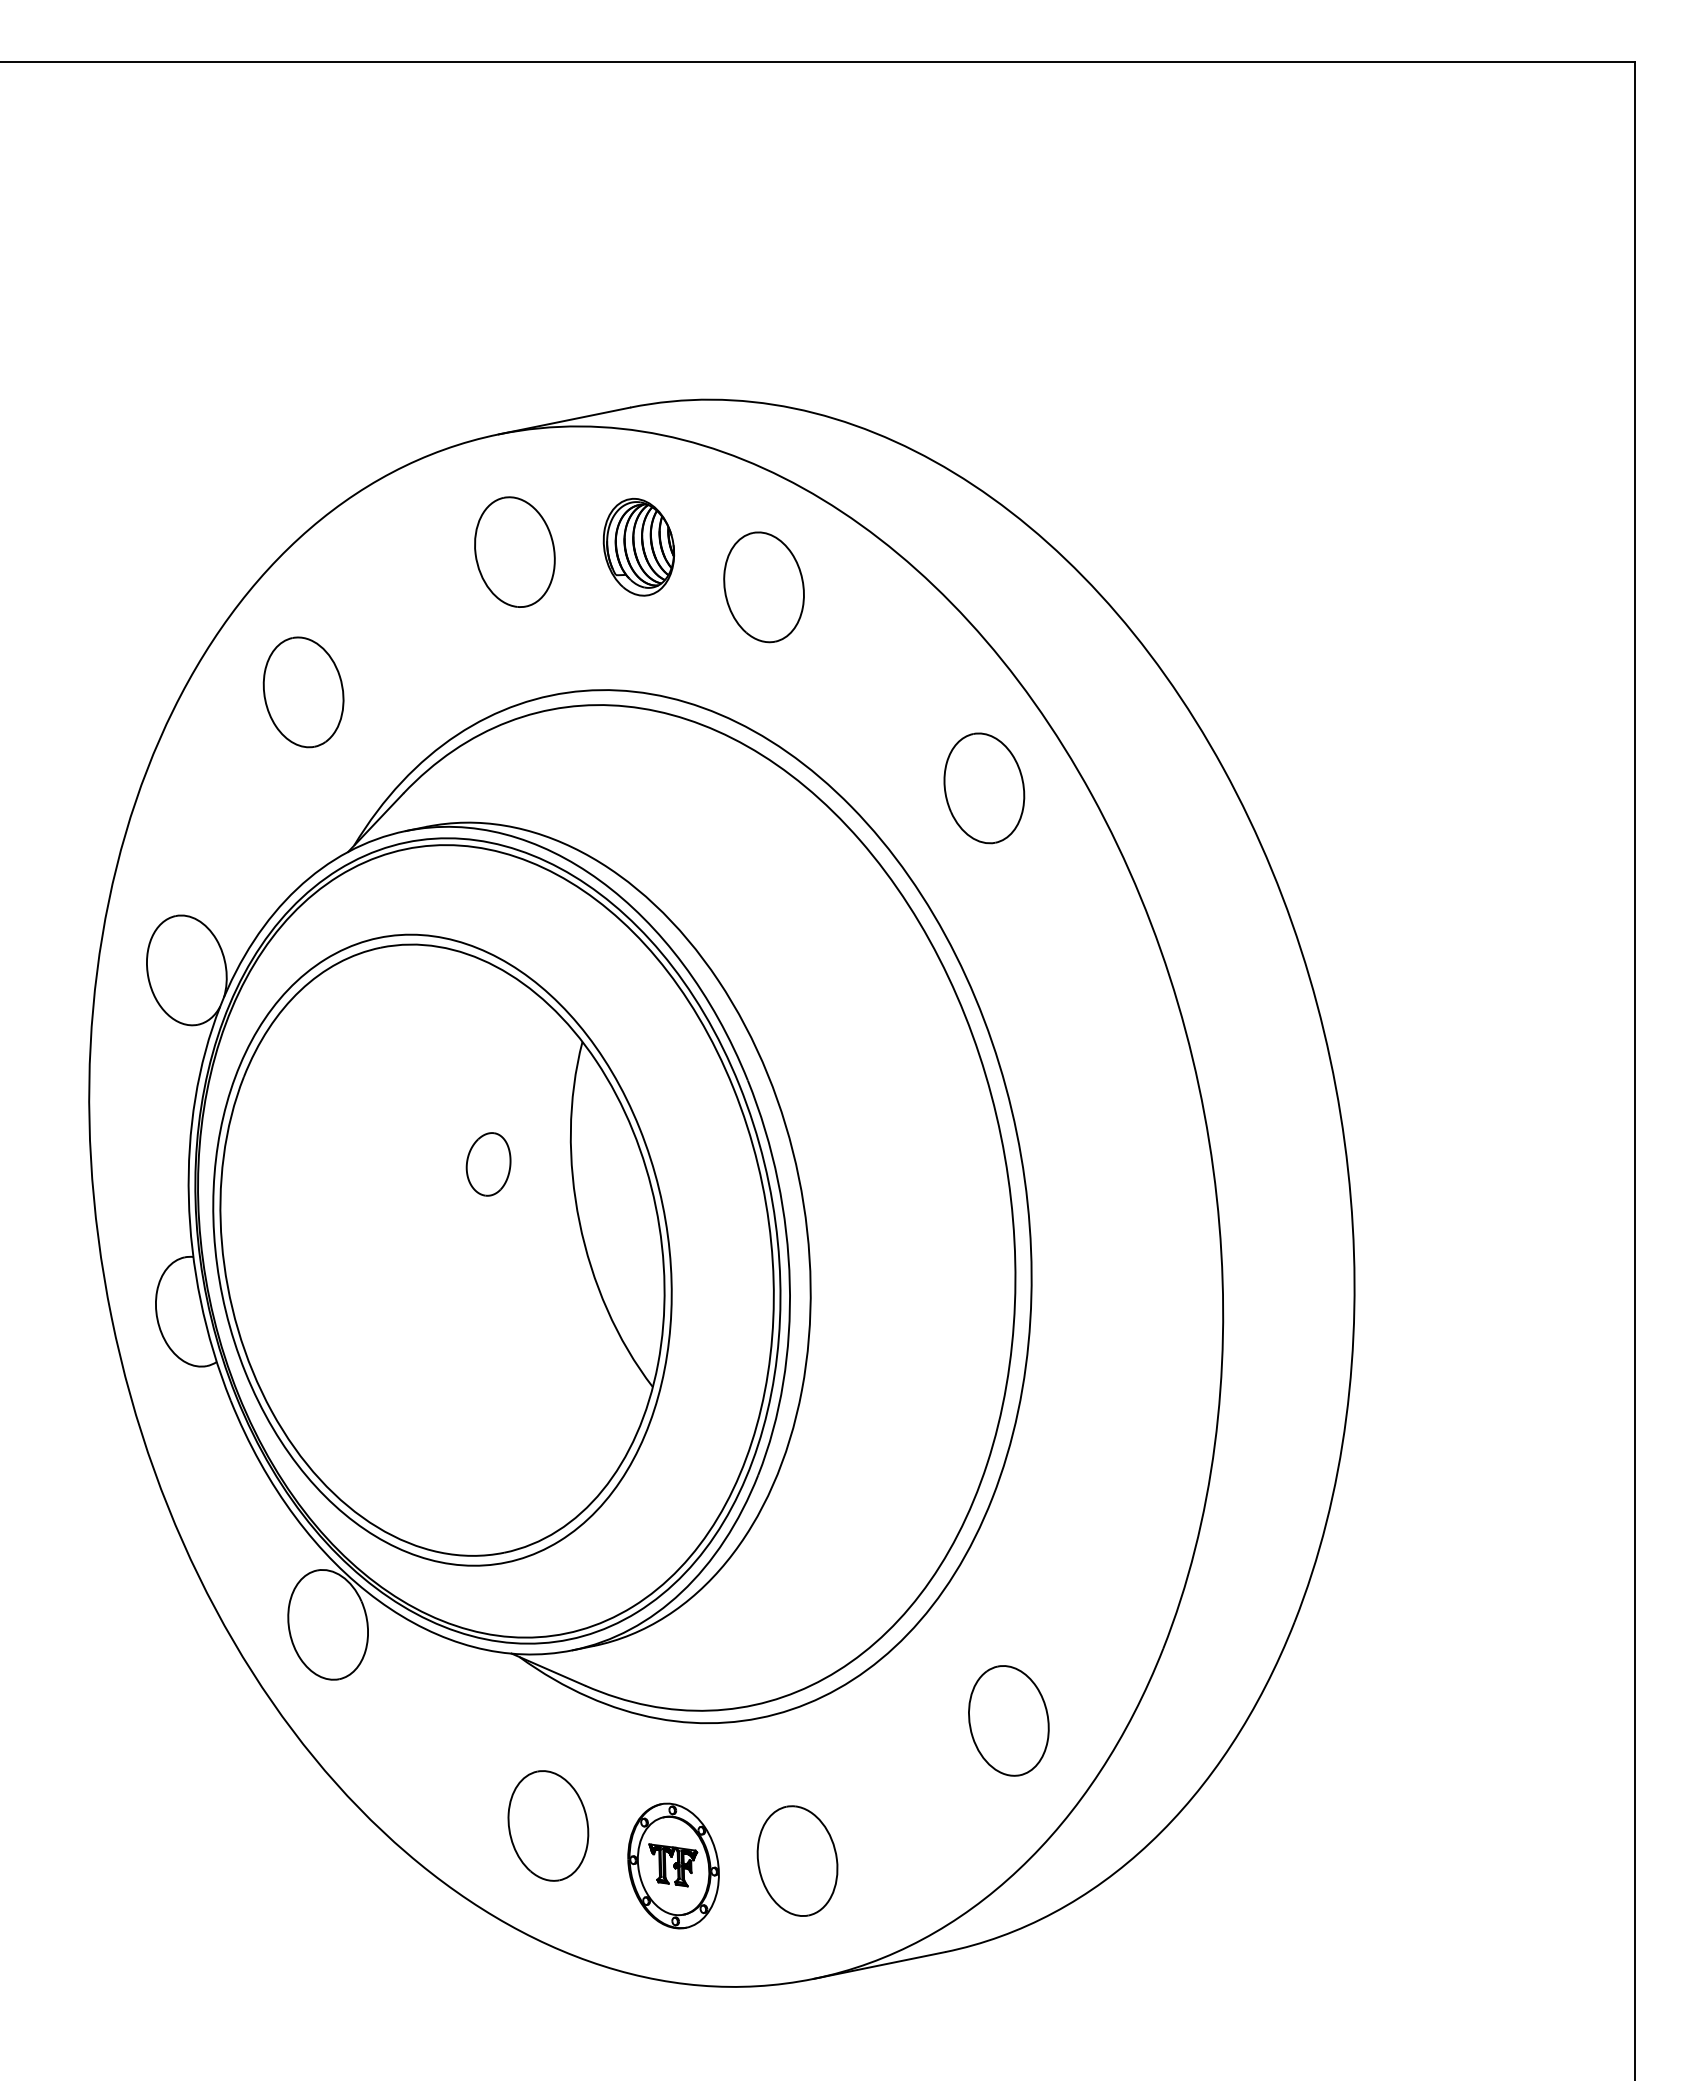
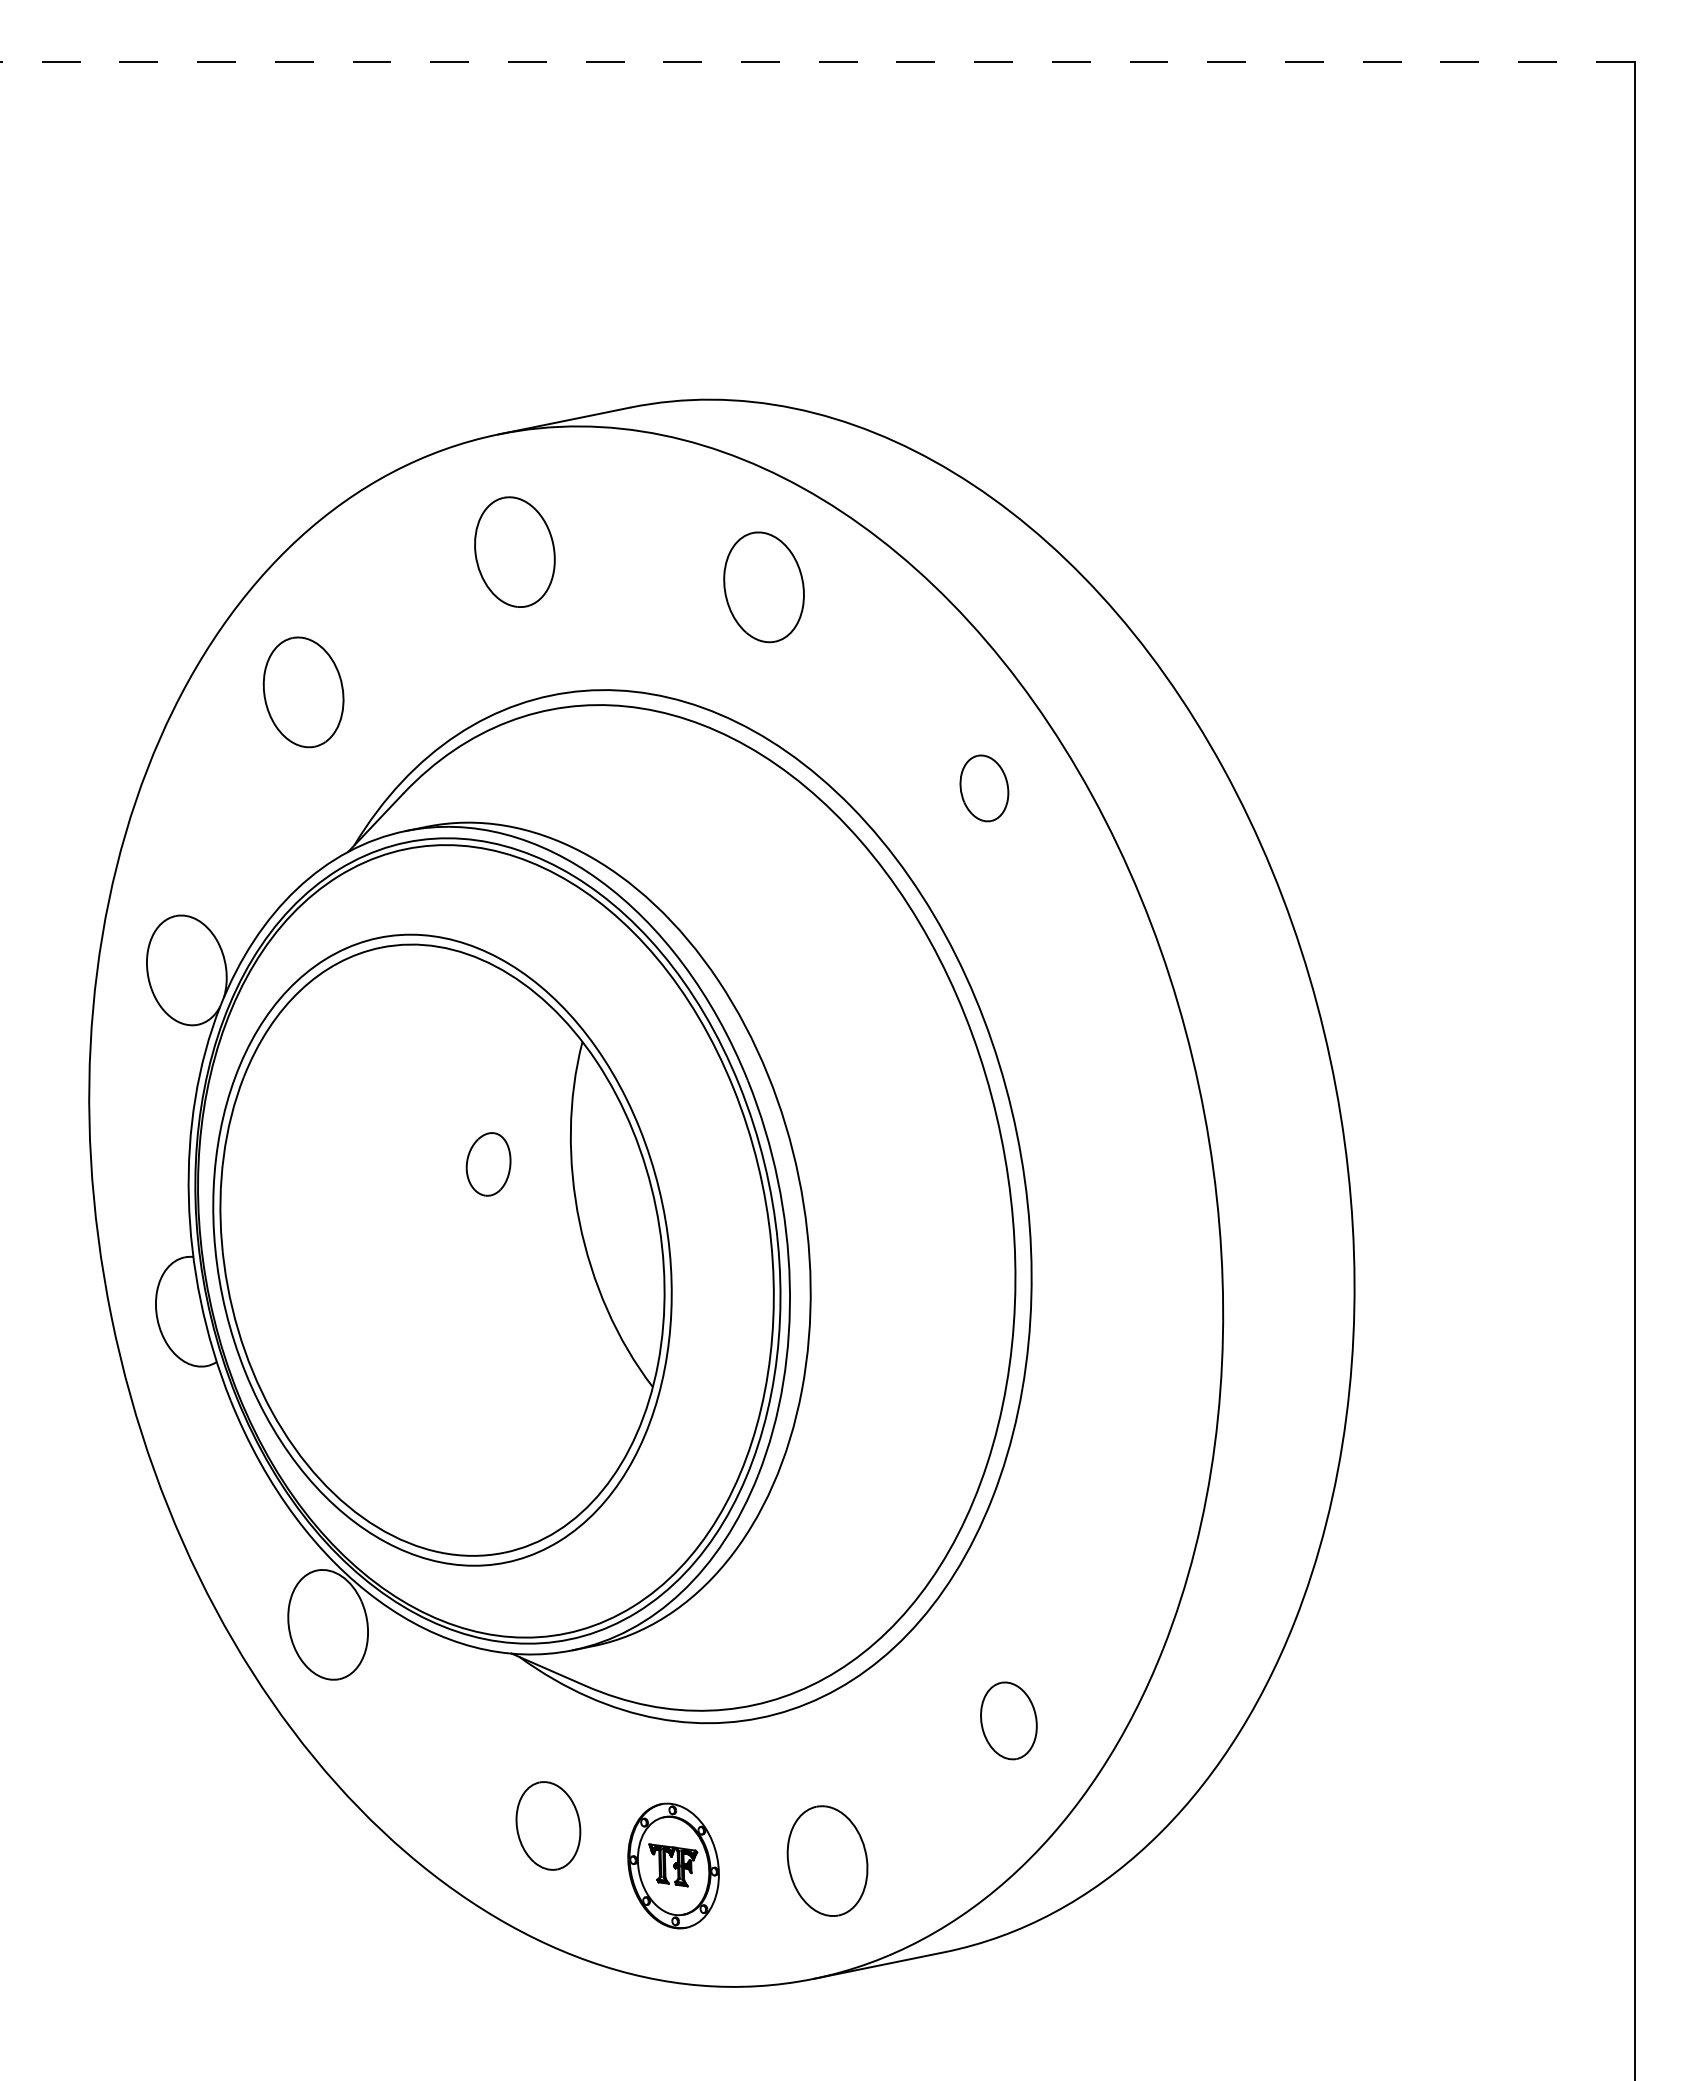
line at (817, 62): solid -> dashed
part at (638, 547): present -> none
part at (984, 788) size: 83x113 px -> 51x69 px
part at (1008, 1720) size: 82x112 px -> 58x80 px
part at (548, 1825) size: 83x112 px -> 67x90 px
part at (797, 1860) position: (797, 1860) -> (827, 1860)
